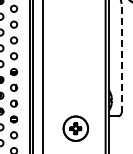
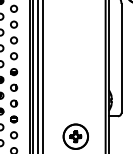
line at (121, 57): dashed -> solid
line at (37, 76): none -> present
part at (75, 128) position: (75, 128) -> (75, 136)
